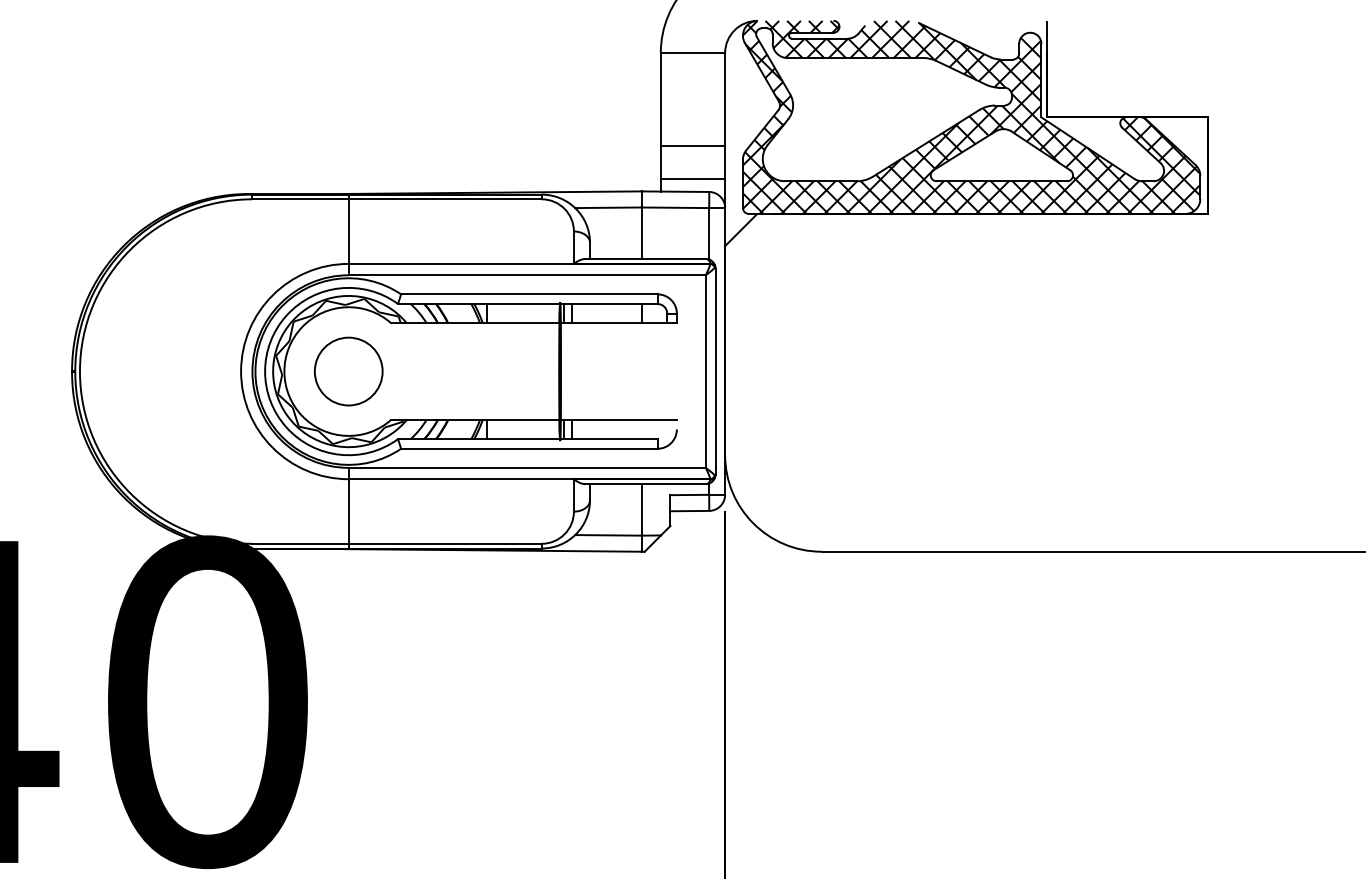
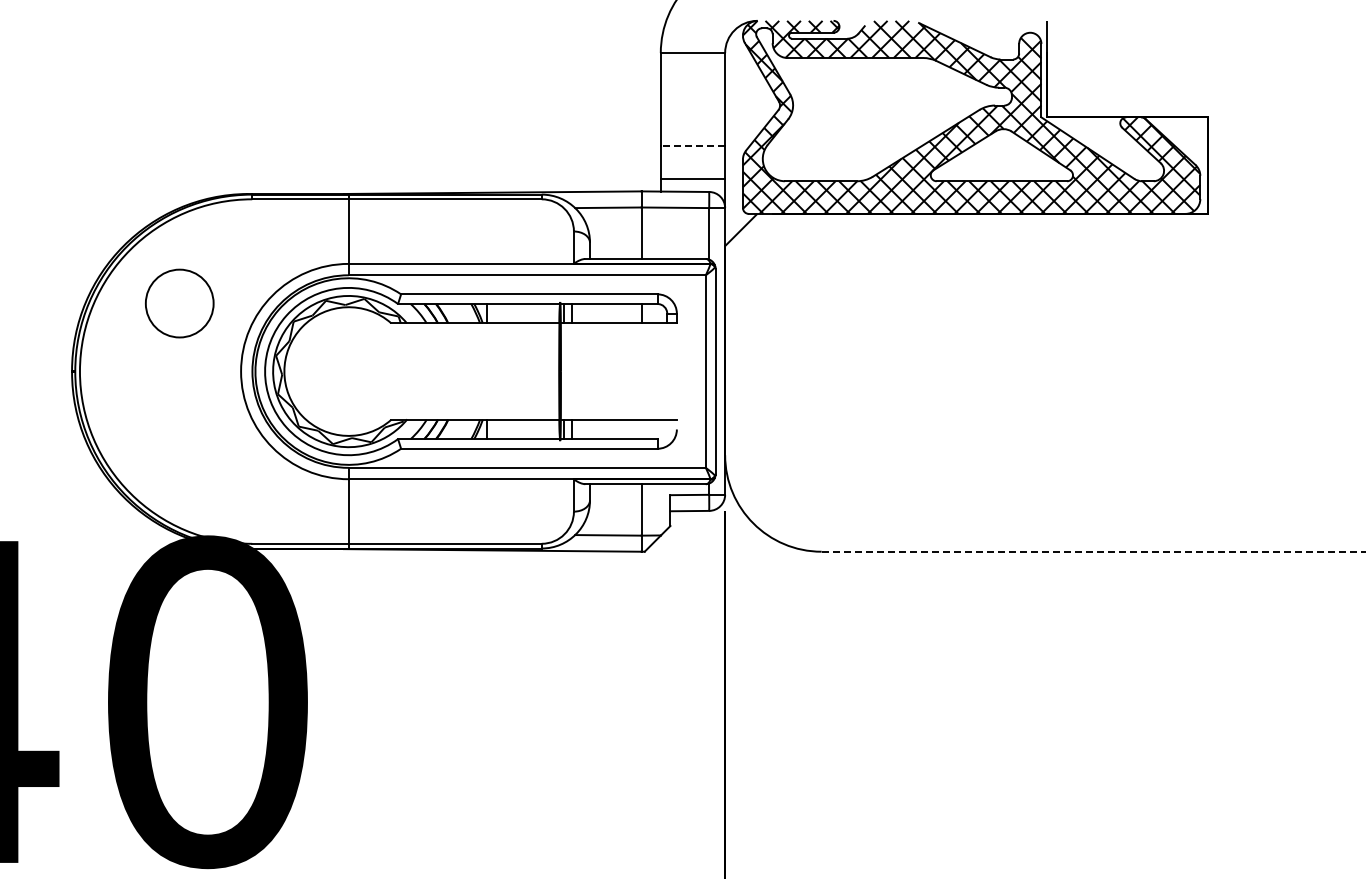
line at (692, 146): solid -> dashed
circle at (348, 371) position: (348, 371) -> (179, 303)
line at (1093, 551): solid -> dashed
